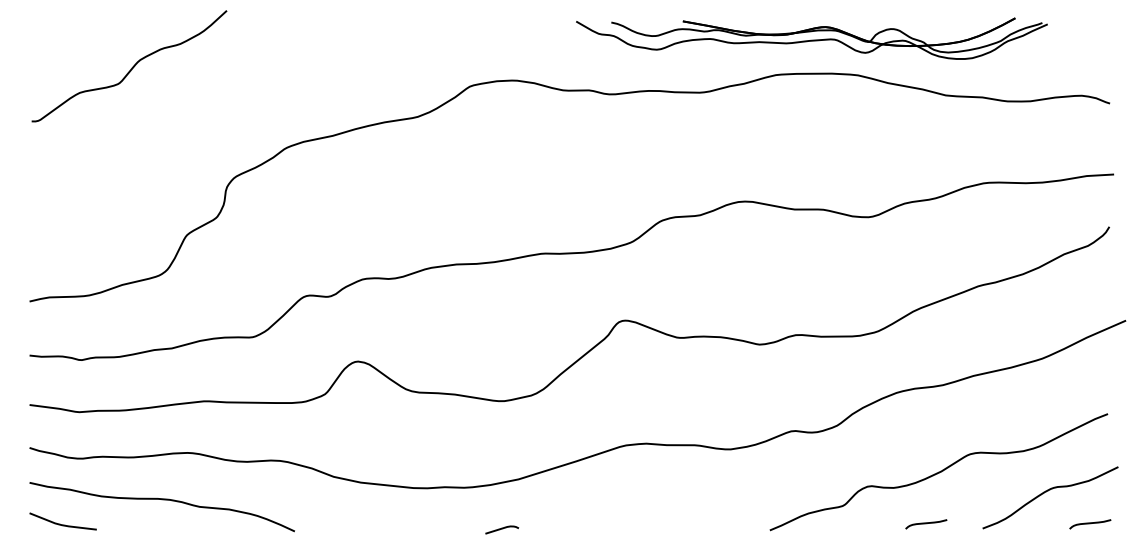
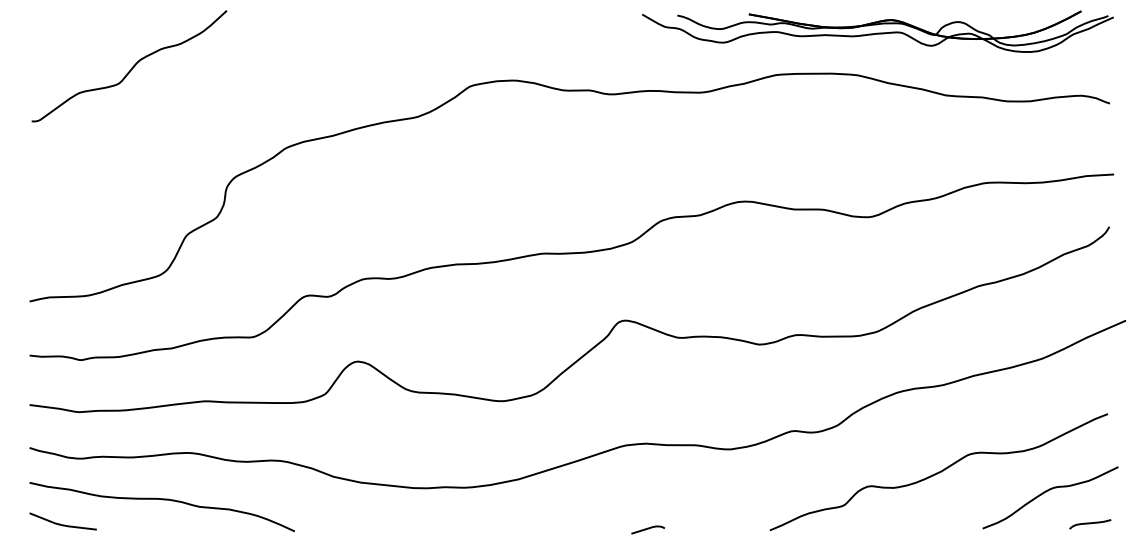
part at (811, 38) position: (811, 38) -> (877, 31)
curve at (926, 524): present -> none
curve at (502, 529) position: (502, 529) -> (648, 529)
